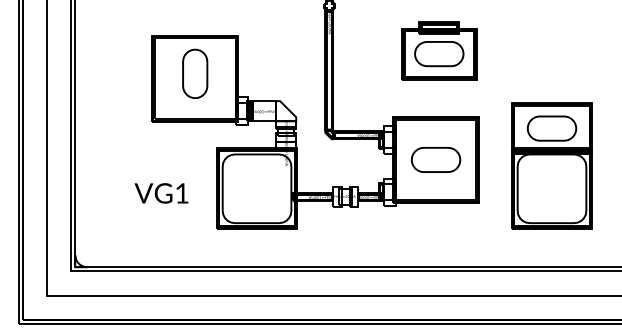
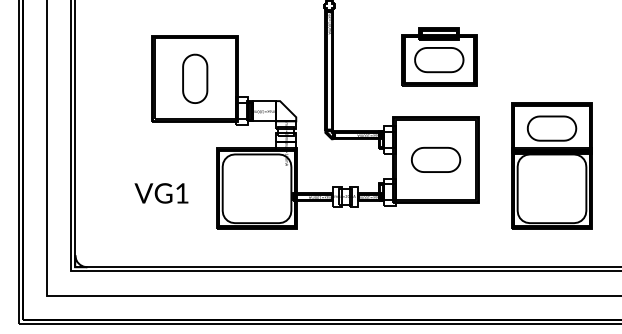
part at (439, 50) position: (439, 50) -> (439, 56)
part at (195, 73) position: (195, 73) -> (195, 78)
